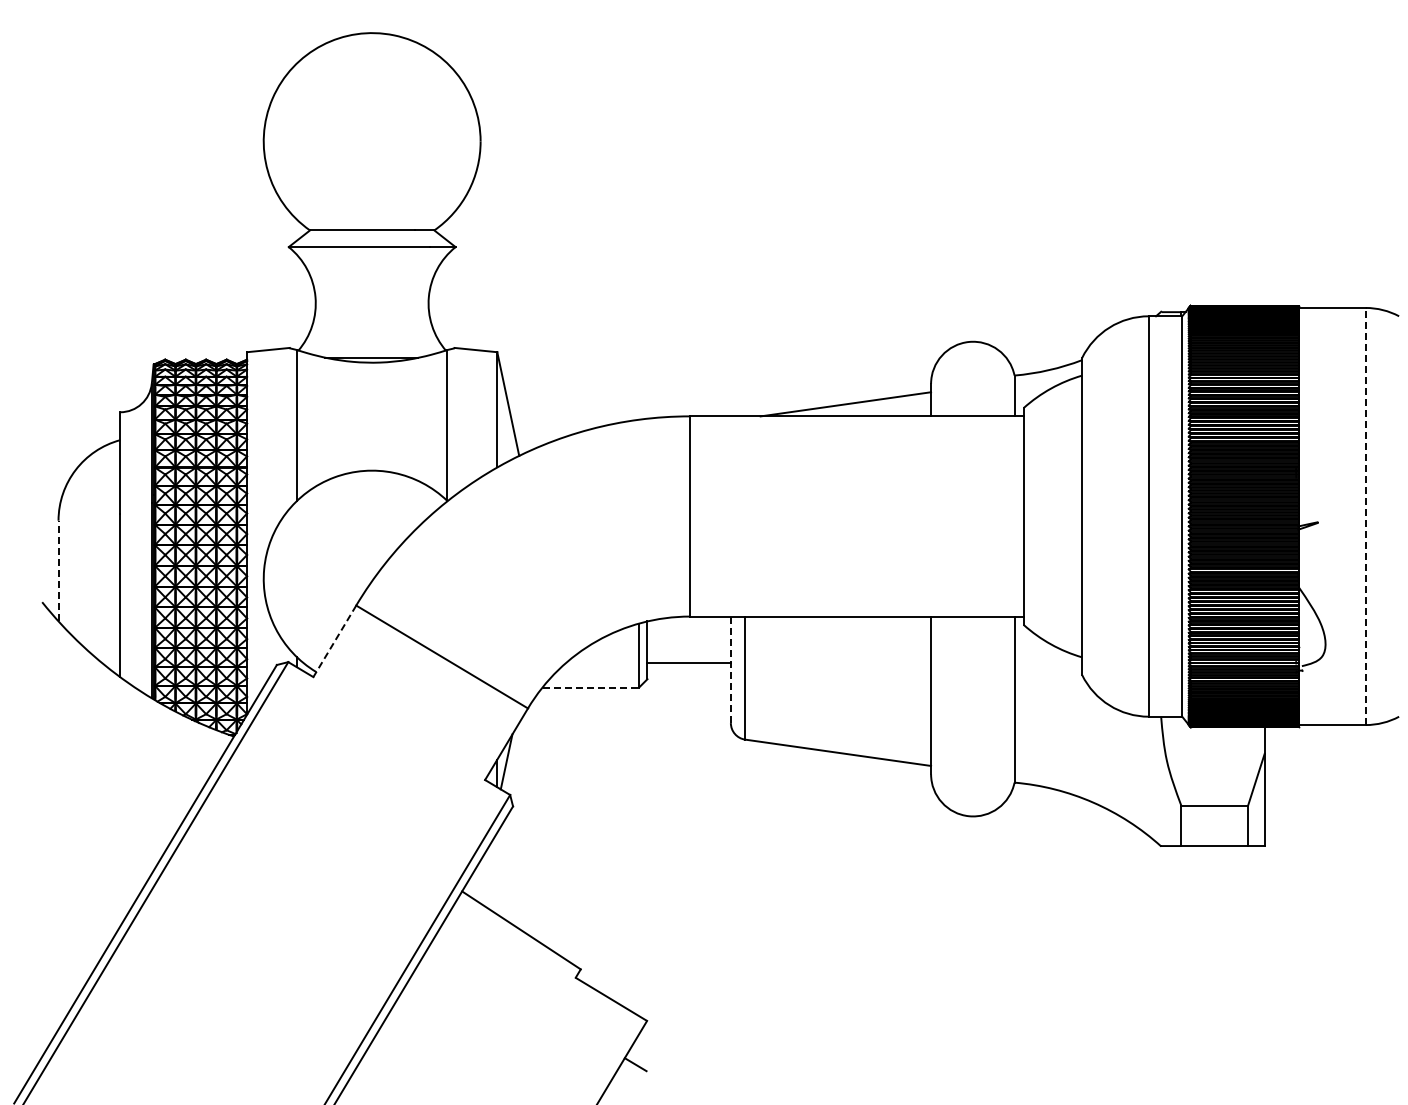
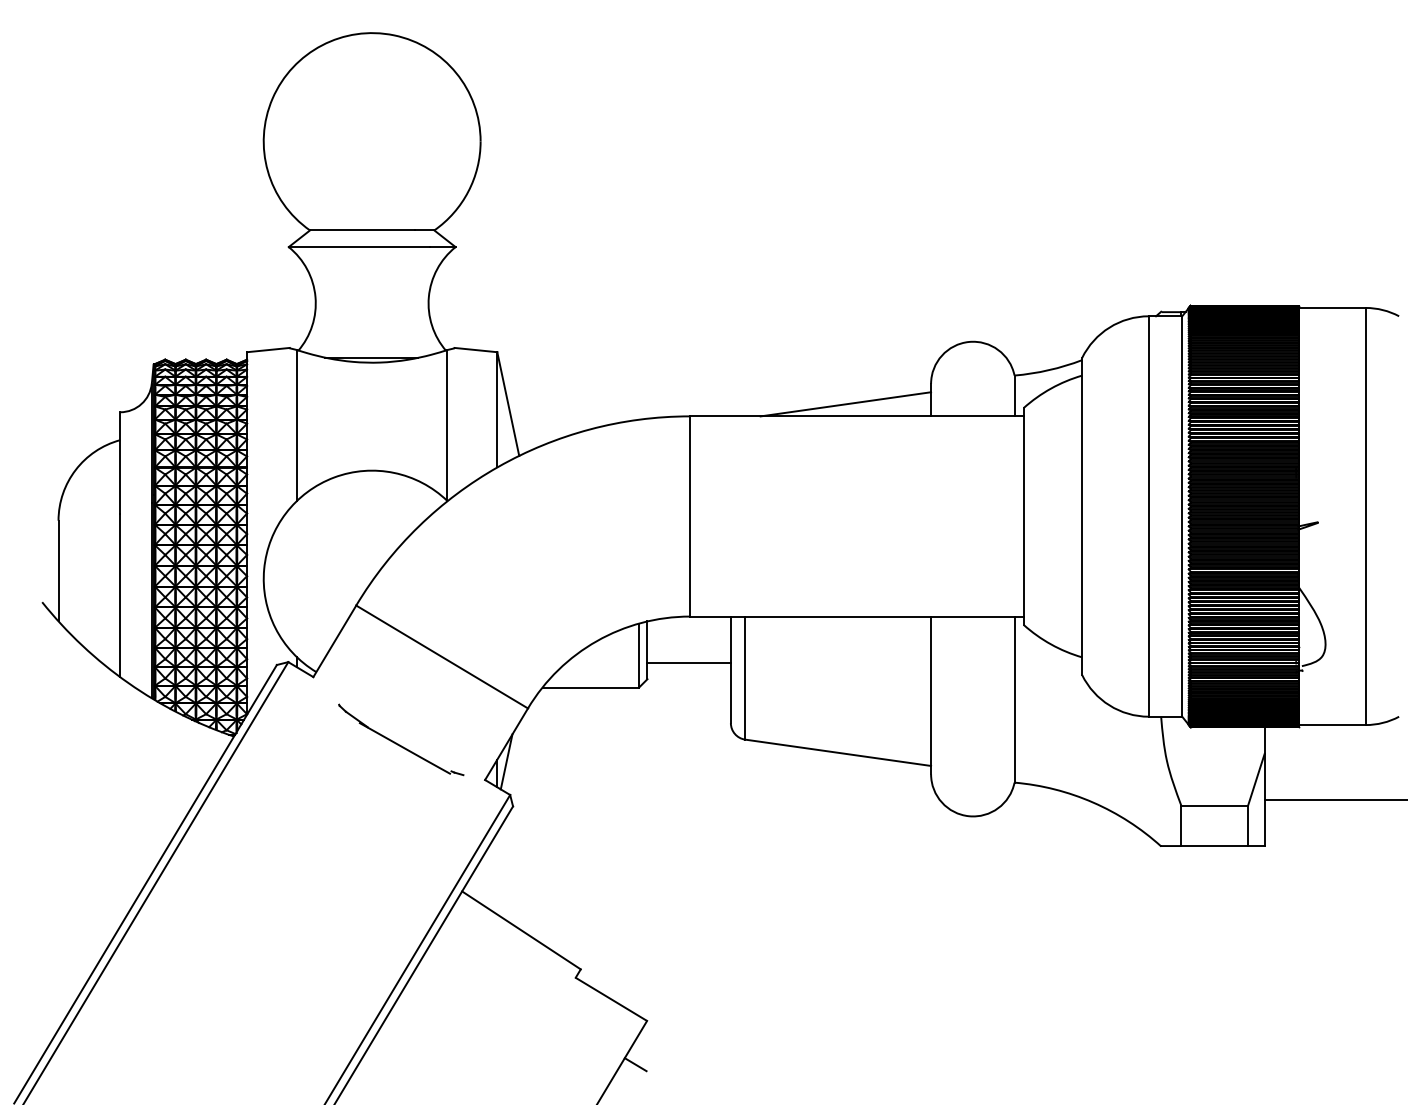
line at (1365, 516): dashed -> solid
line at (58, 570): dashed -> solid
line at (334, 641): dashed -> solid
line at (730, 669): dashed -> solid
line at (591, 687): dashed -> solid
part at (401, 739): none -> present
line at (1334, 800): none -> present
